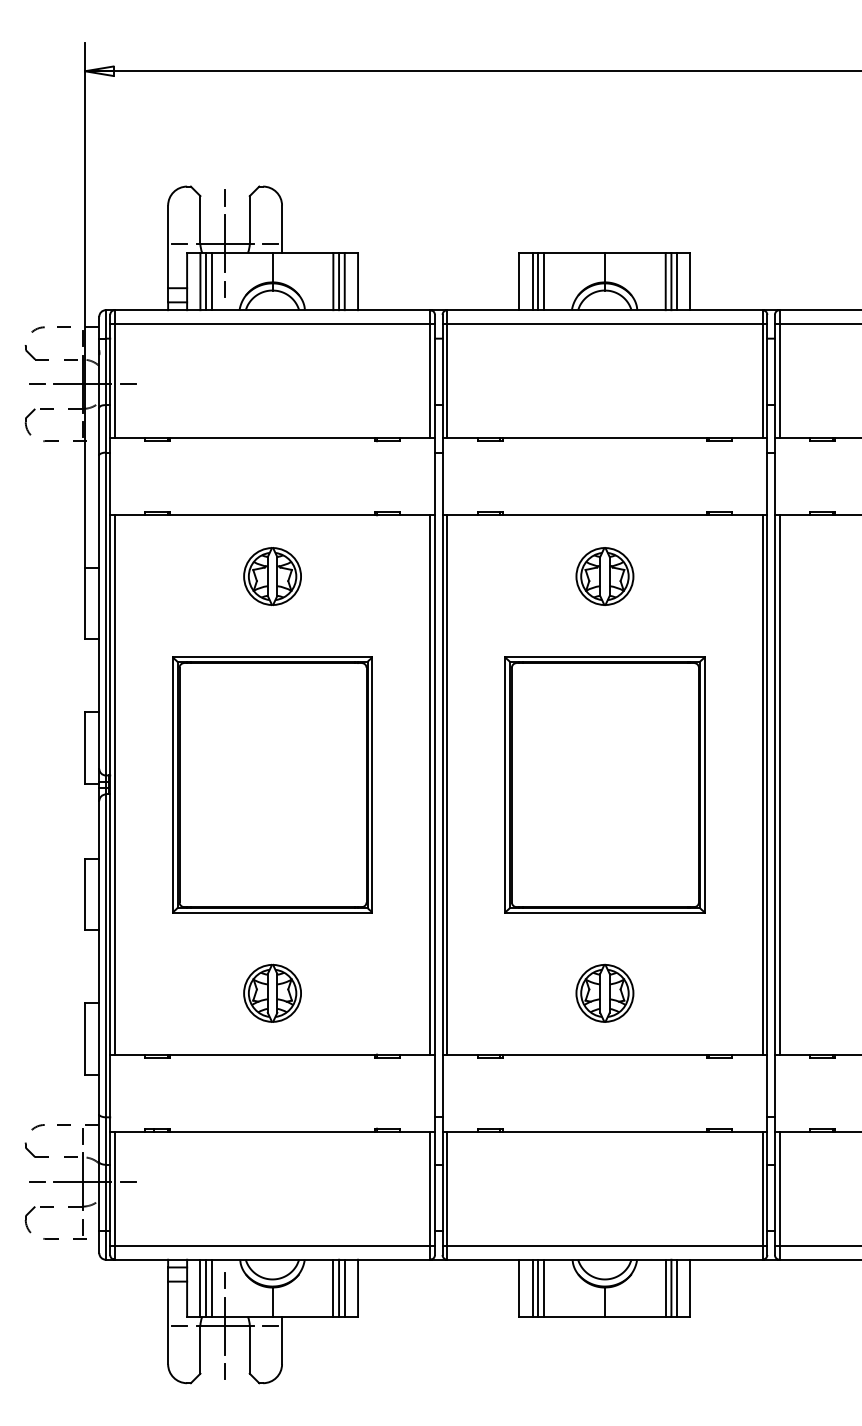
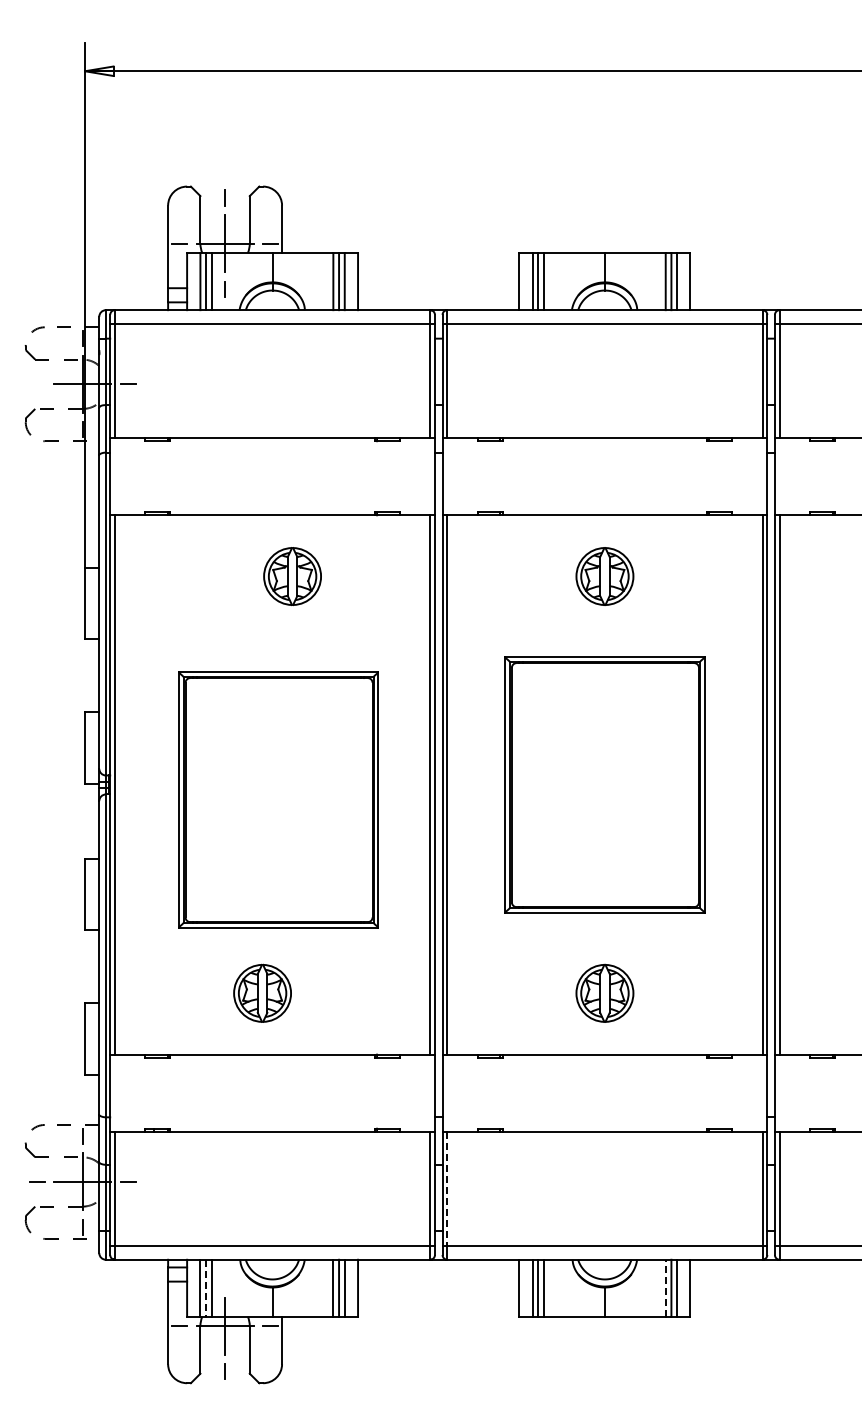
line at (37, 383): present -> none
part at (272, 576) position: (272, 576) -> (292, 576)
part at (272, 784) position: (272, 784) -> (278, 799)
part at (272, 992) position: (272, 992) -> (262, 992)
line at (447, 1188): solid -> dashed
line at (224, 1280): present -> none
line at (665, 1287): solid -> dashed
line at (206, 1288): solid -> dashed
